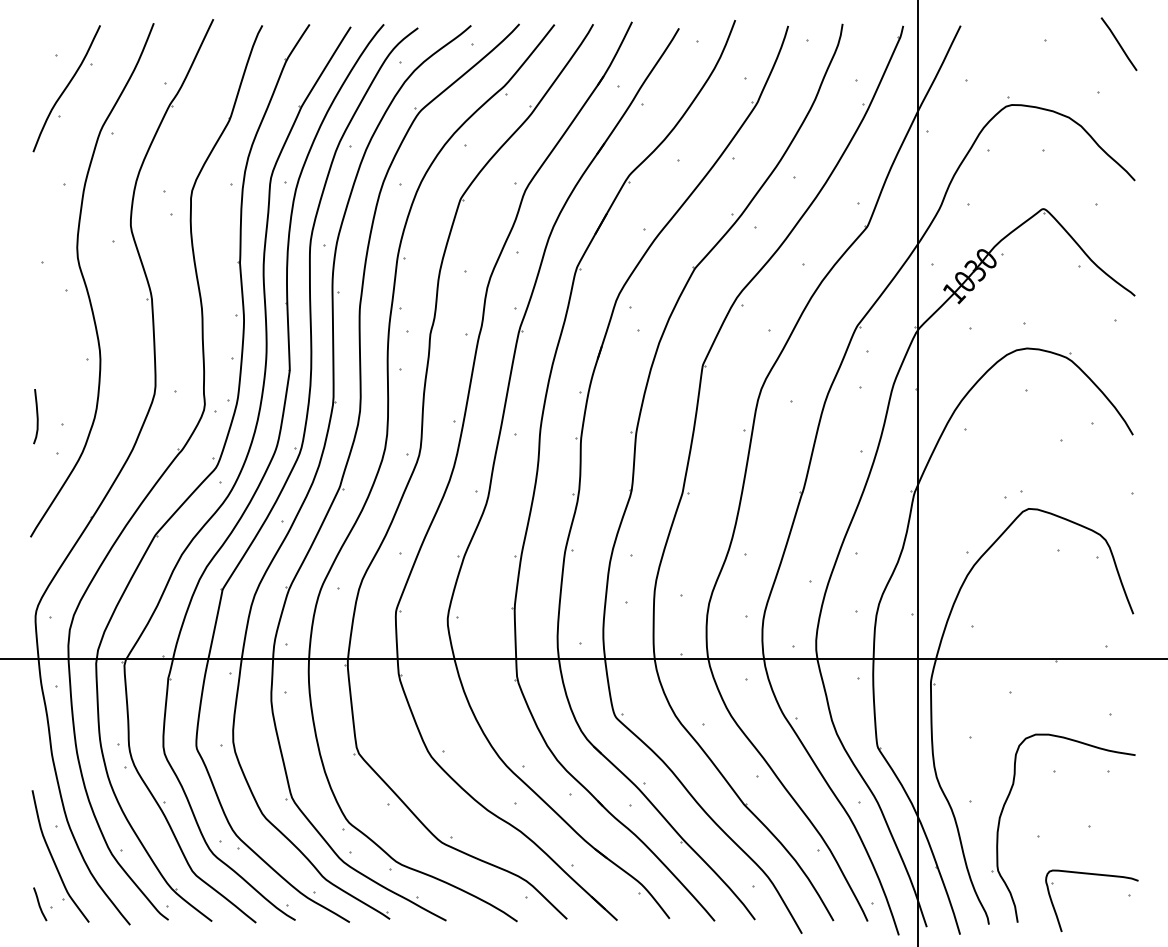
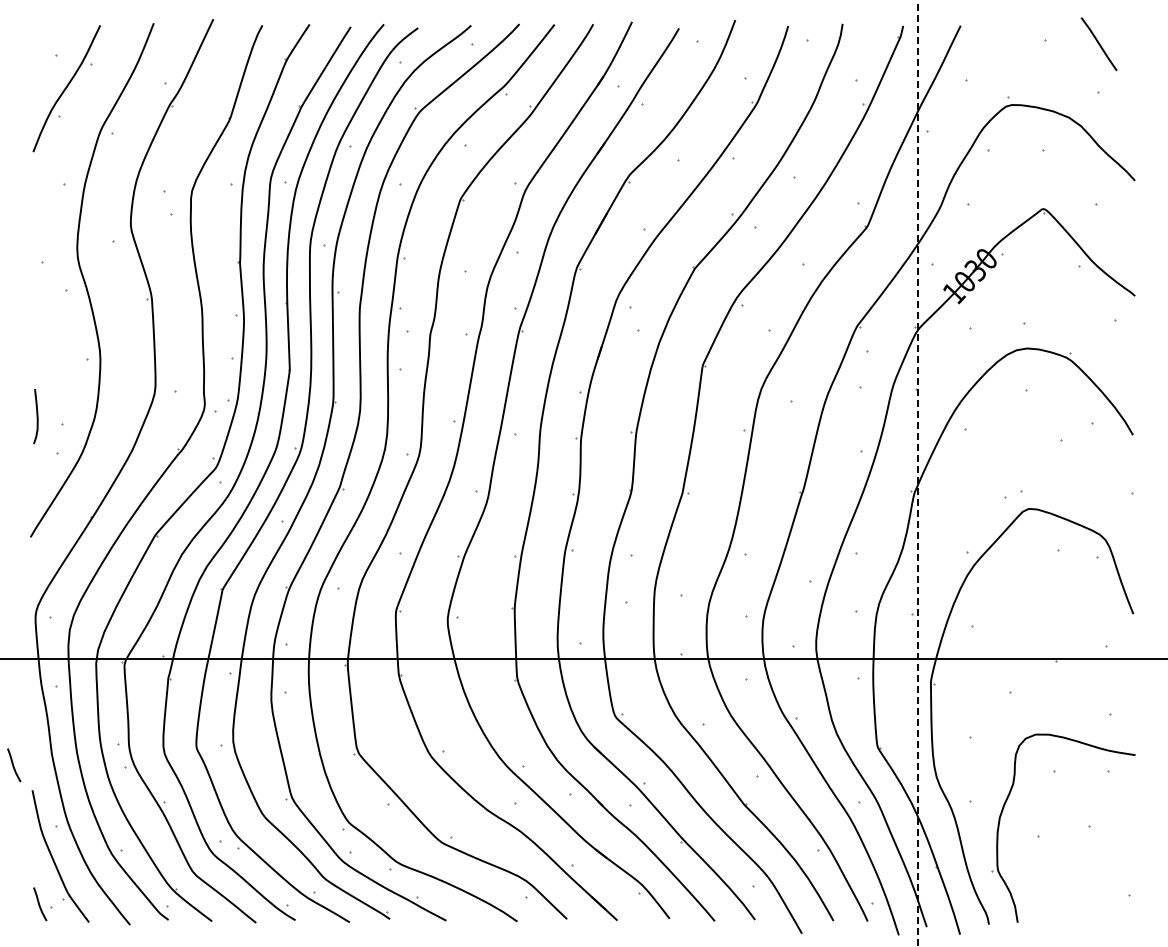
line at (1118, 44) position: (1118, 44) -> (1098, 44)
line at (918, 473): solid -> dashed
curve at (14, 765): none -> present
part at (1093, 875): present -> none
